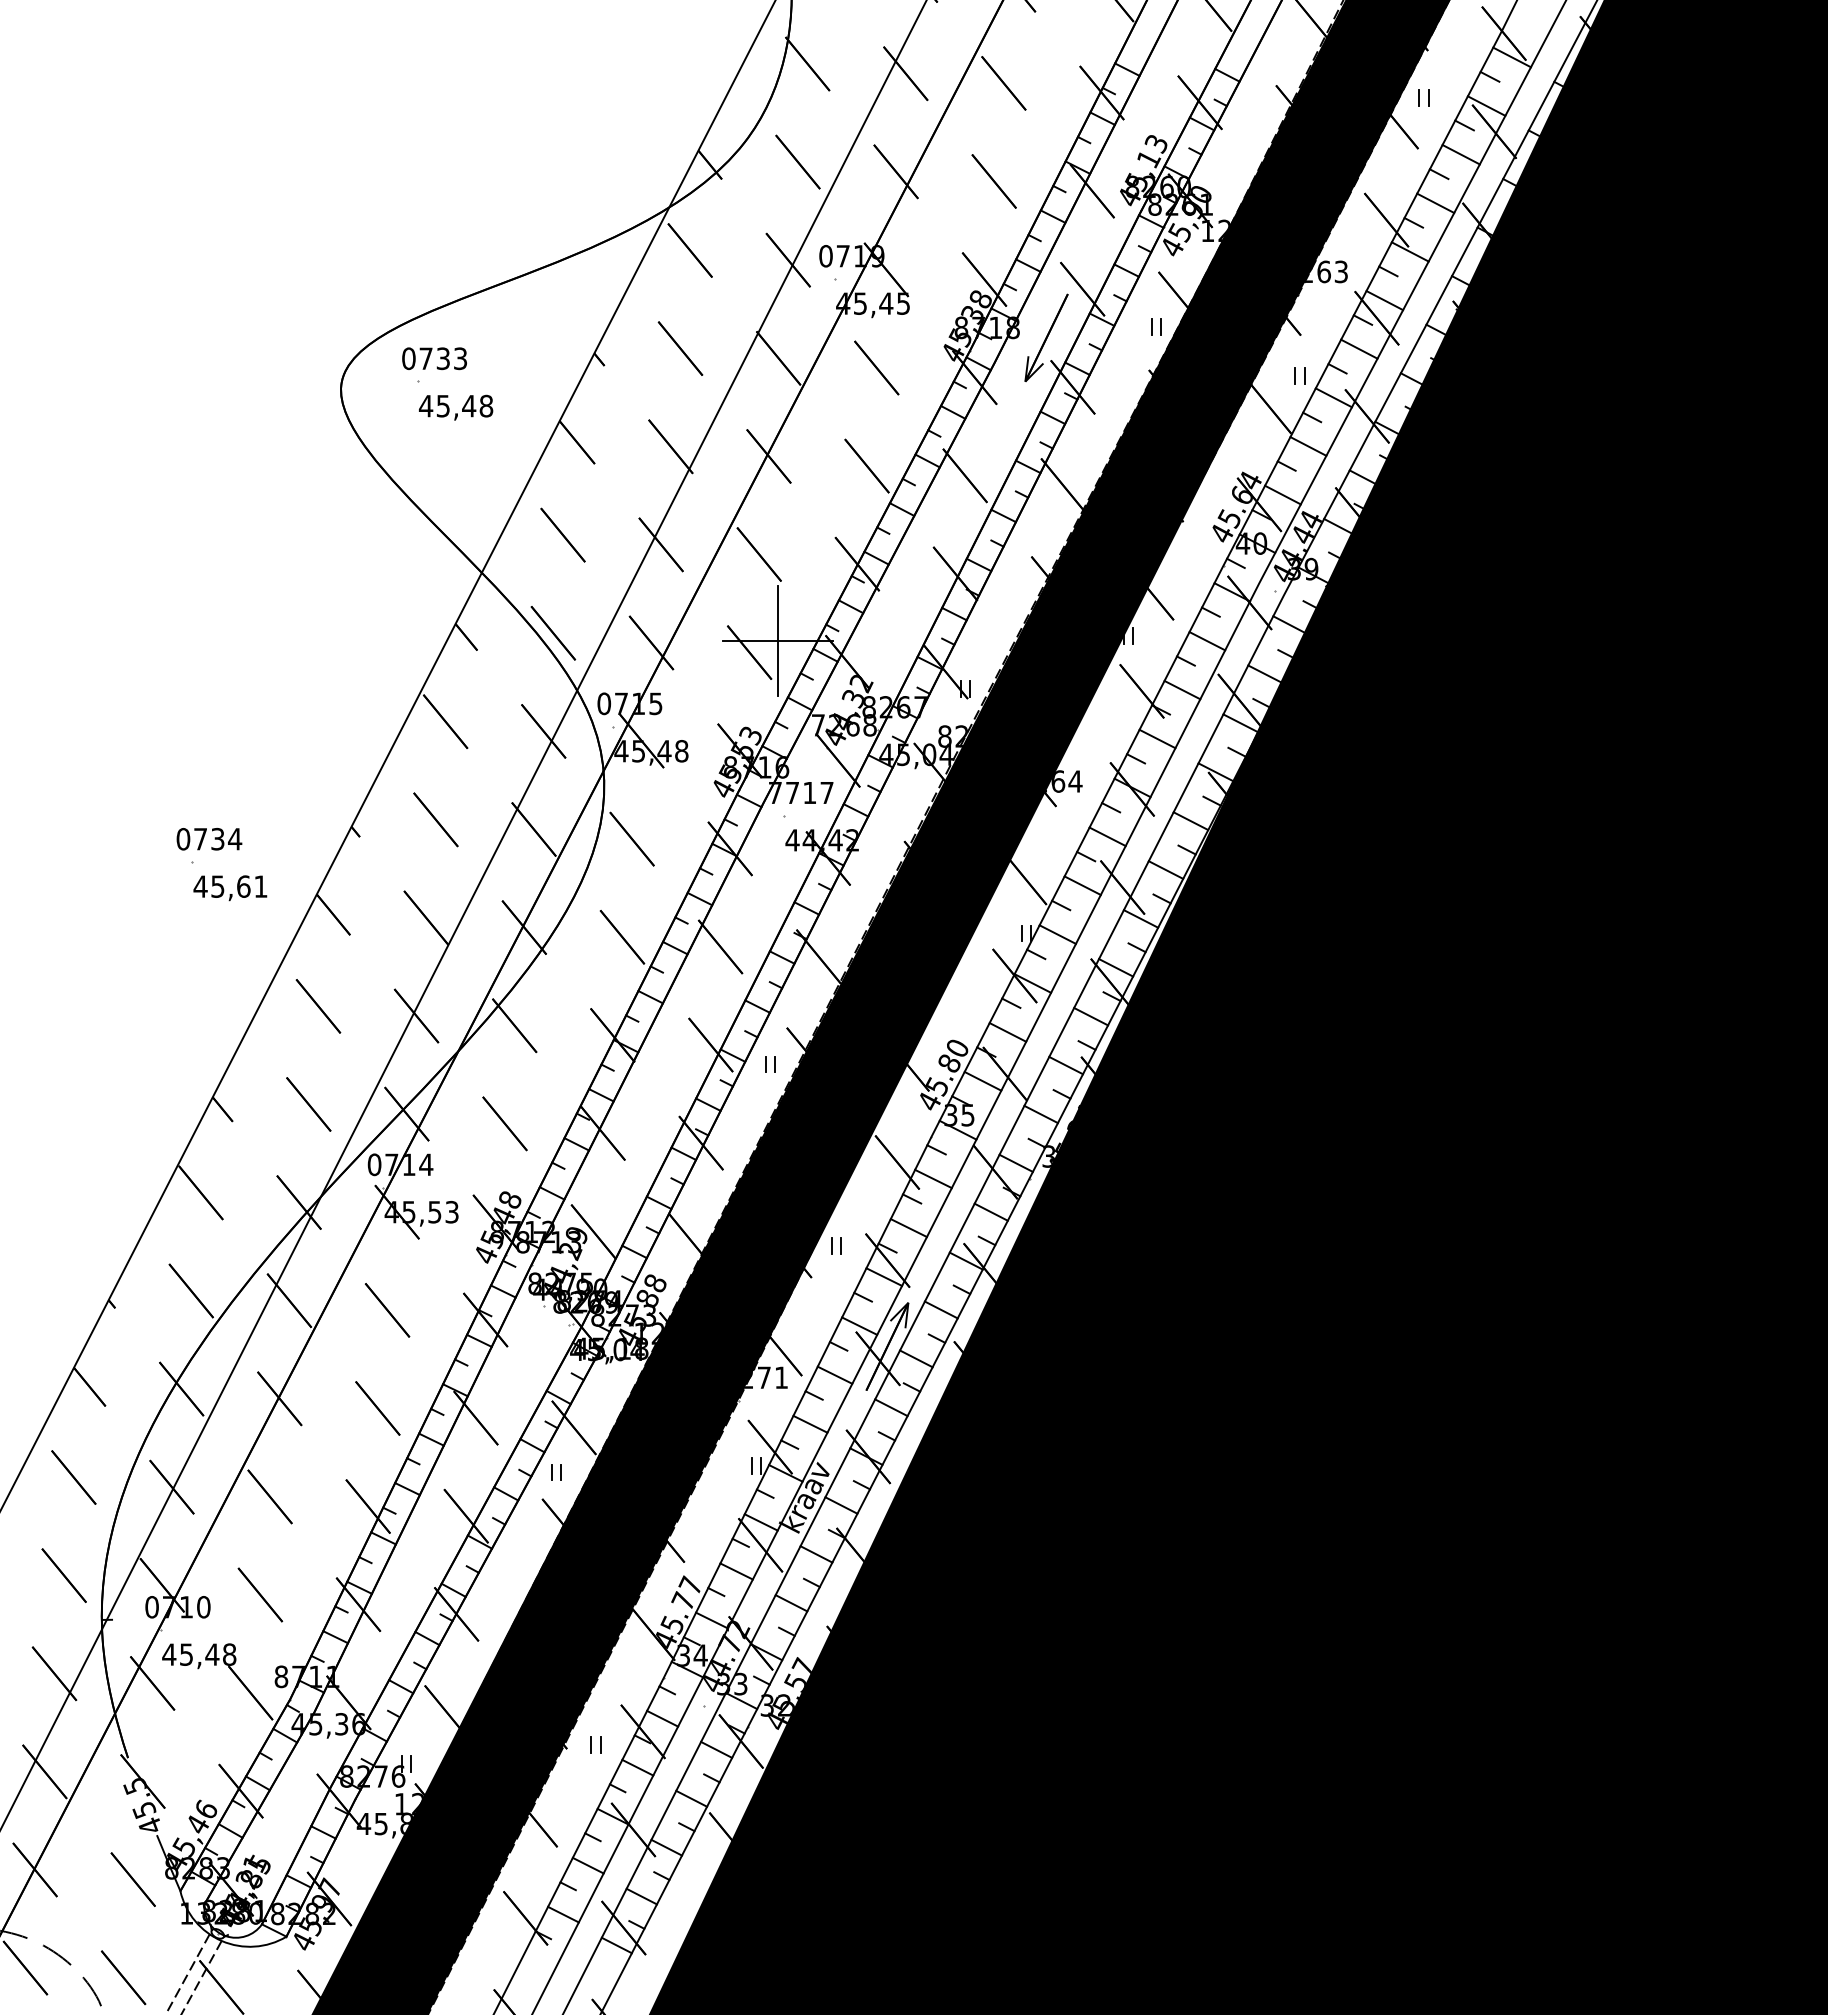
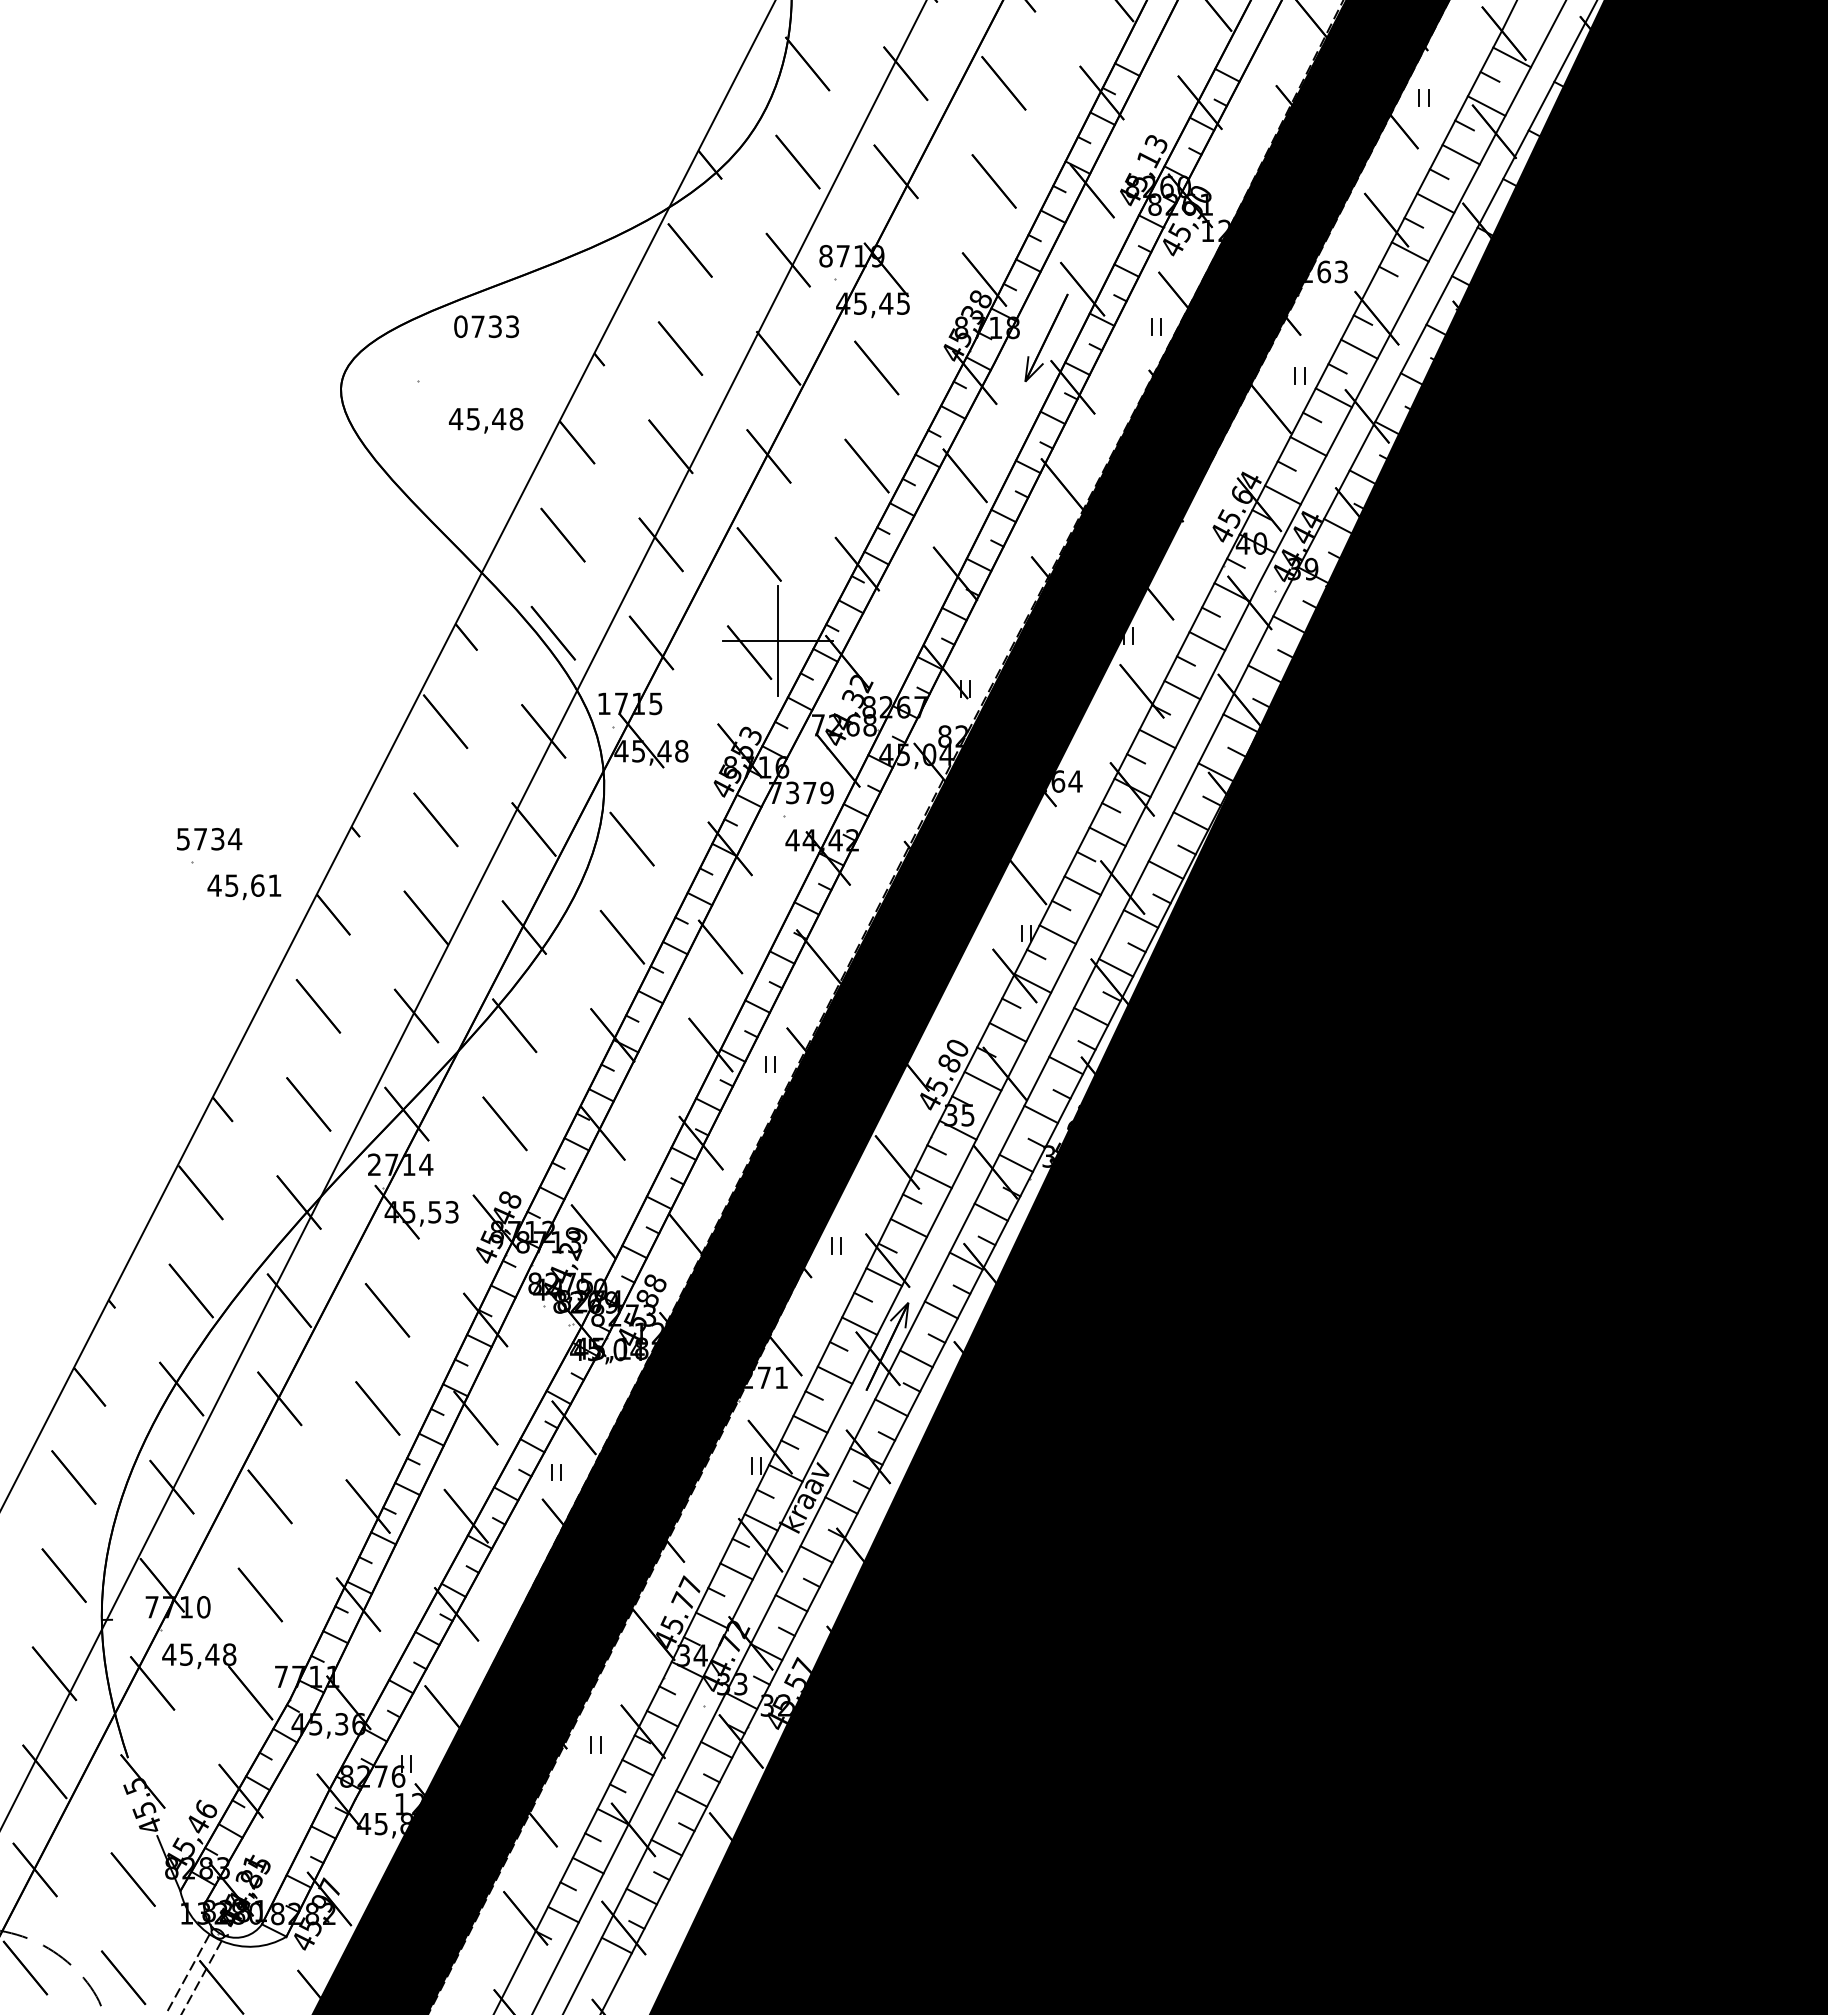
text at (825, 256): 0 -> 8
line at (1384, 300): present -> none
text at (434, 358) position: (434, 358) -> (486, 326)
text at (456, 407) position: (456, 407) -> (486, 420)
text at (604, 703): 0 -> 1
text at (809, 792): 717 -> 379
text at (183, 838): 0 -> 5
text at (230, 888) position: (230, 888) -> (244, 887)
text at (374, 1164): 0 -> 2
text at (151, 1607): 0 -> 7
text at (281, 1676): 8 -> 7
